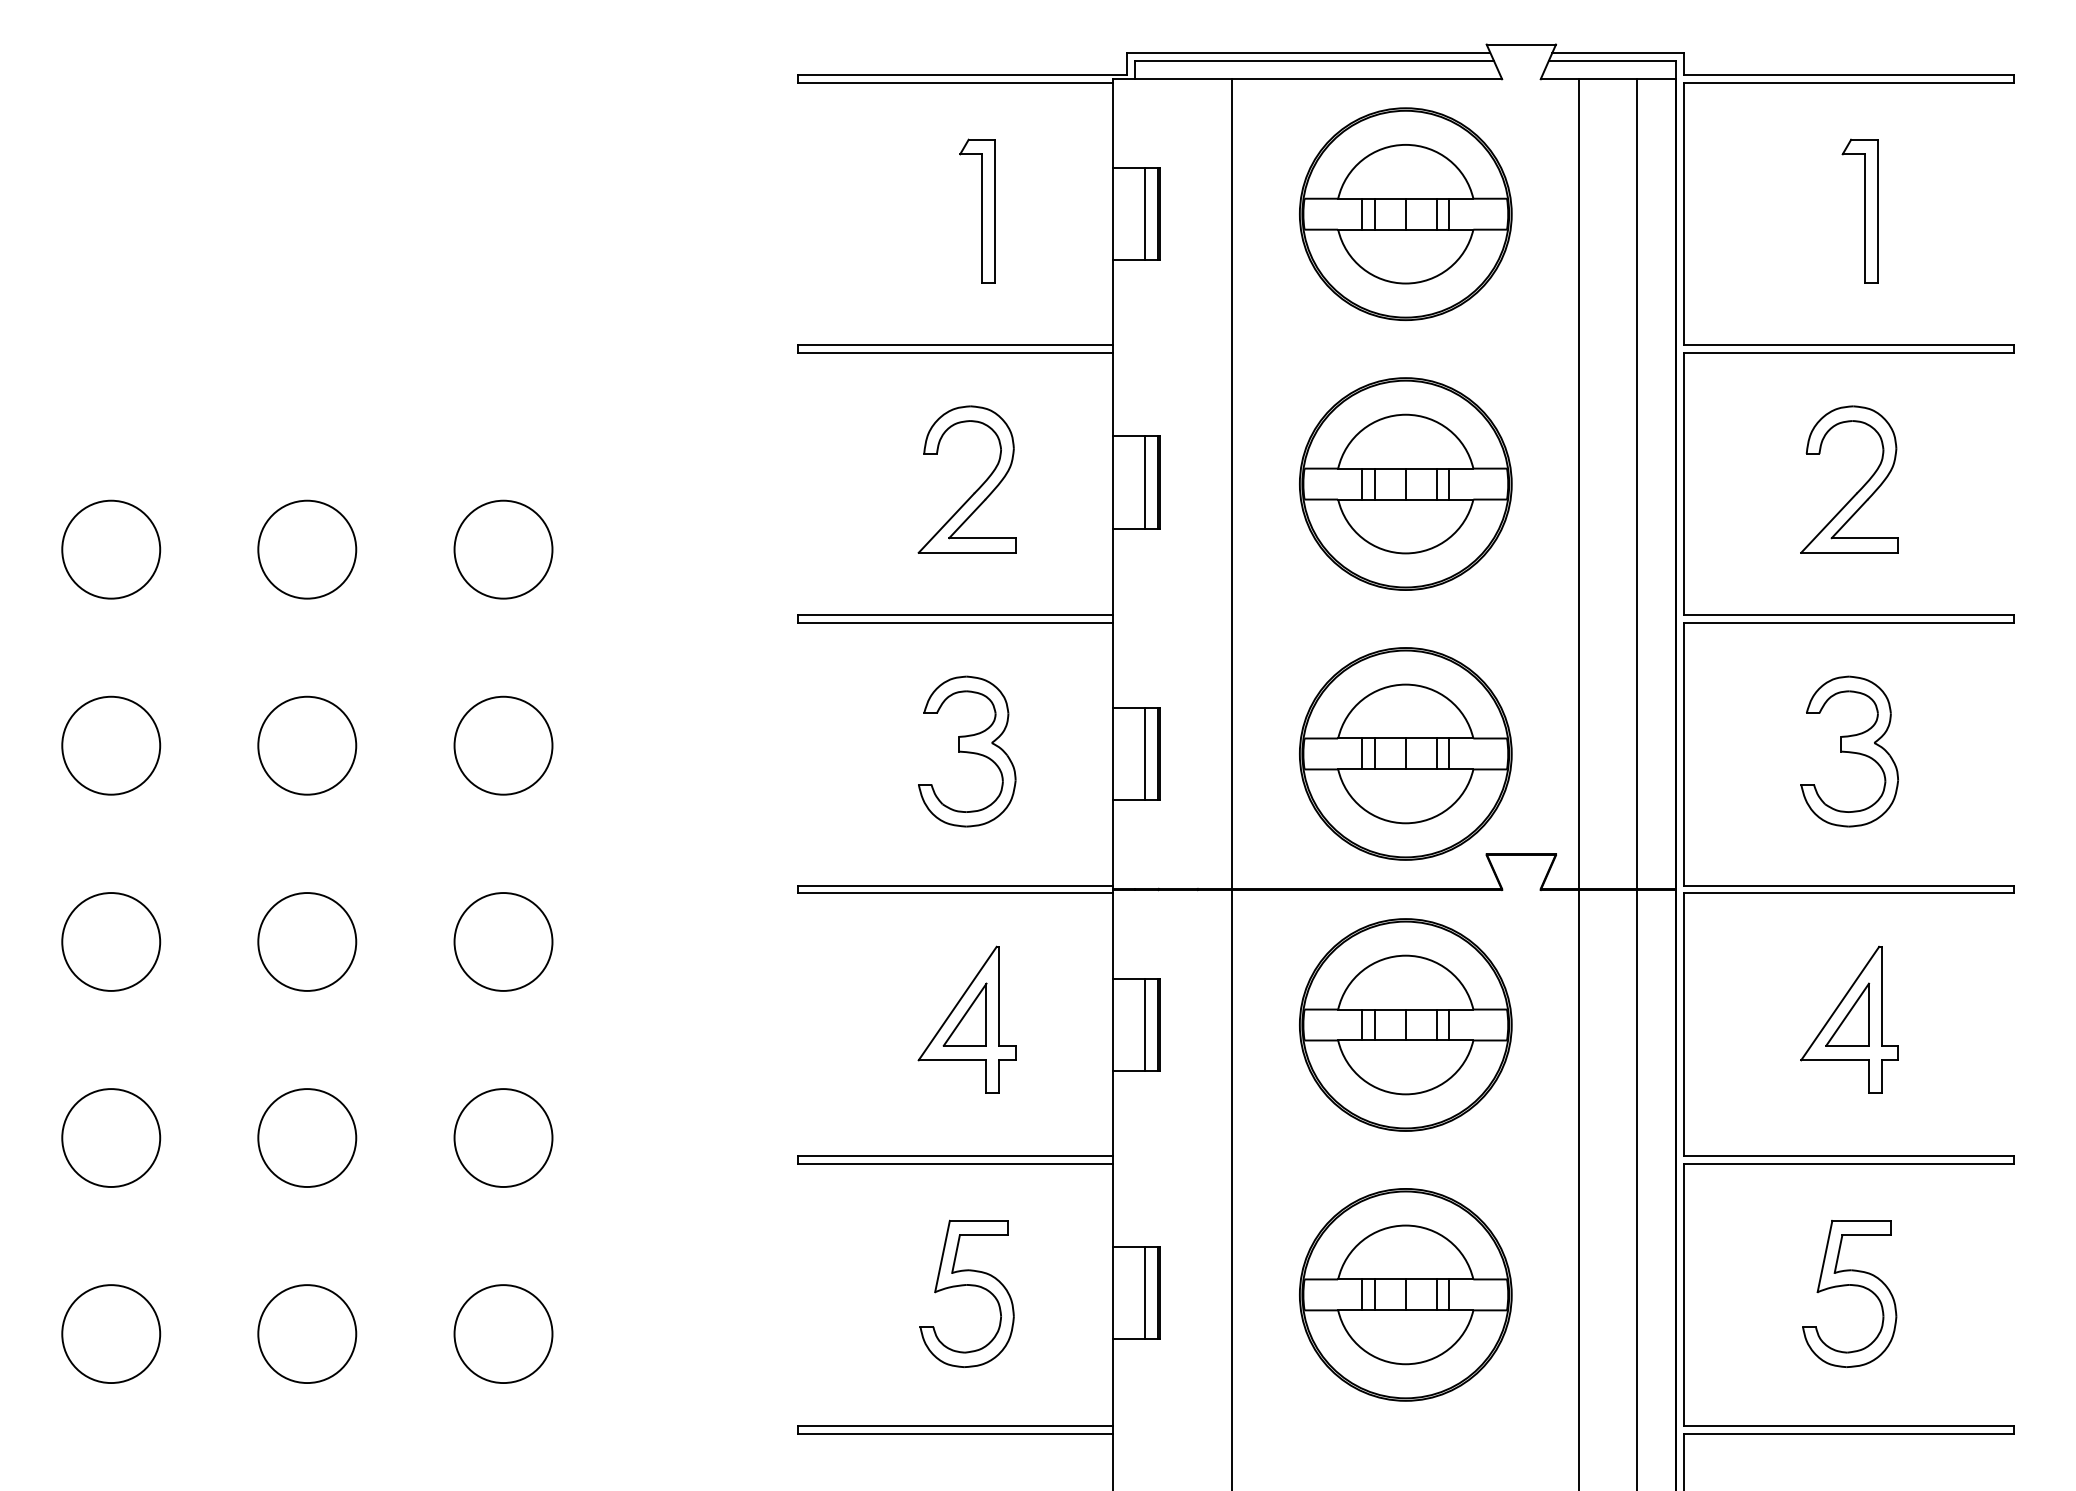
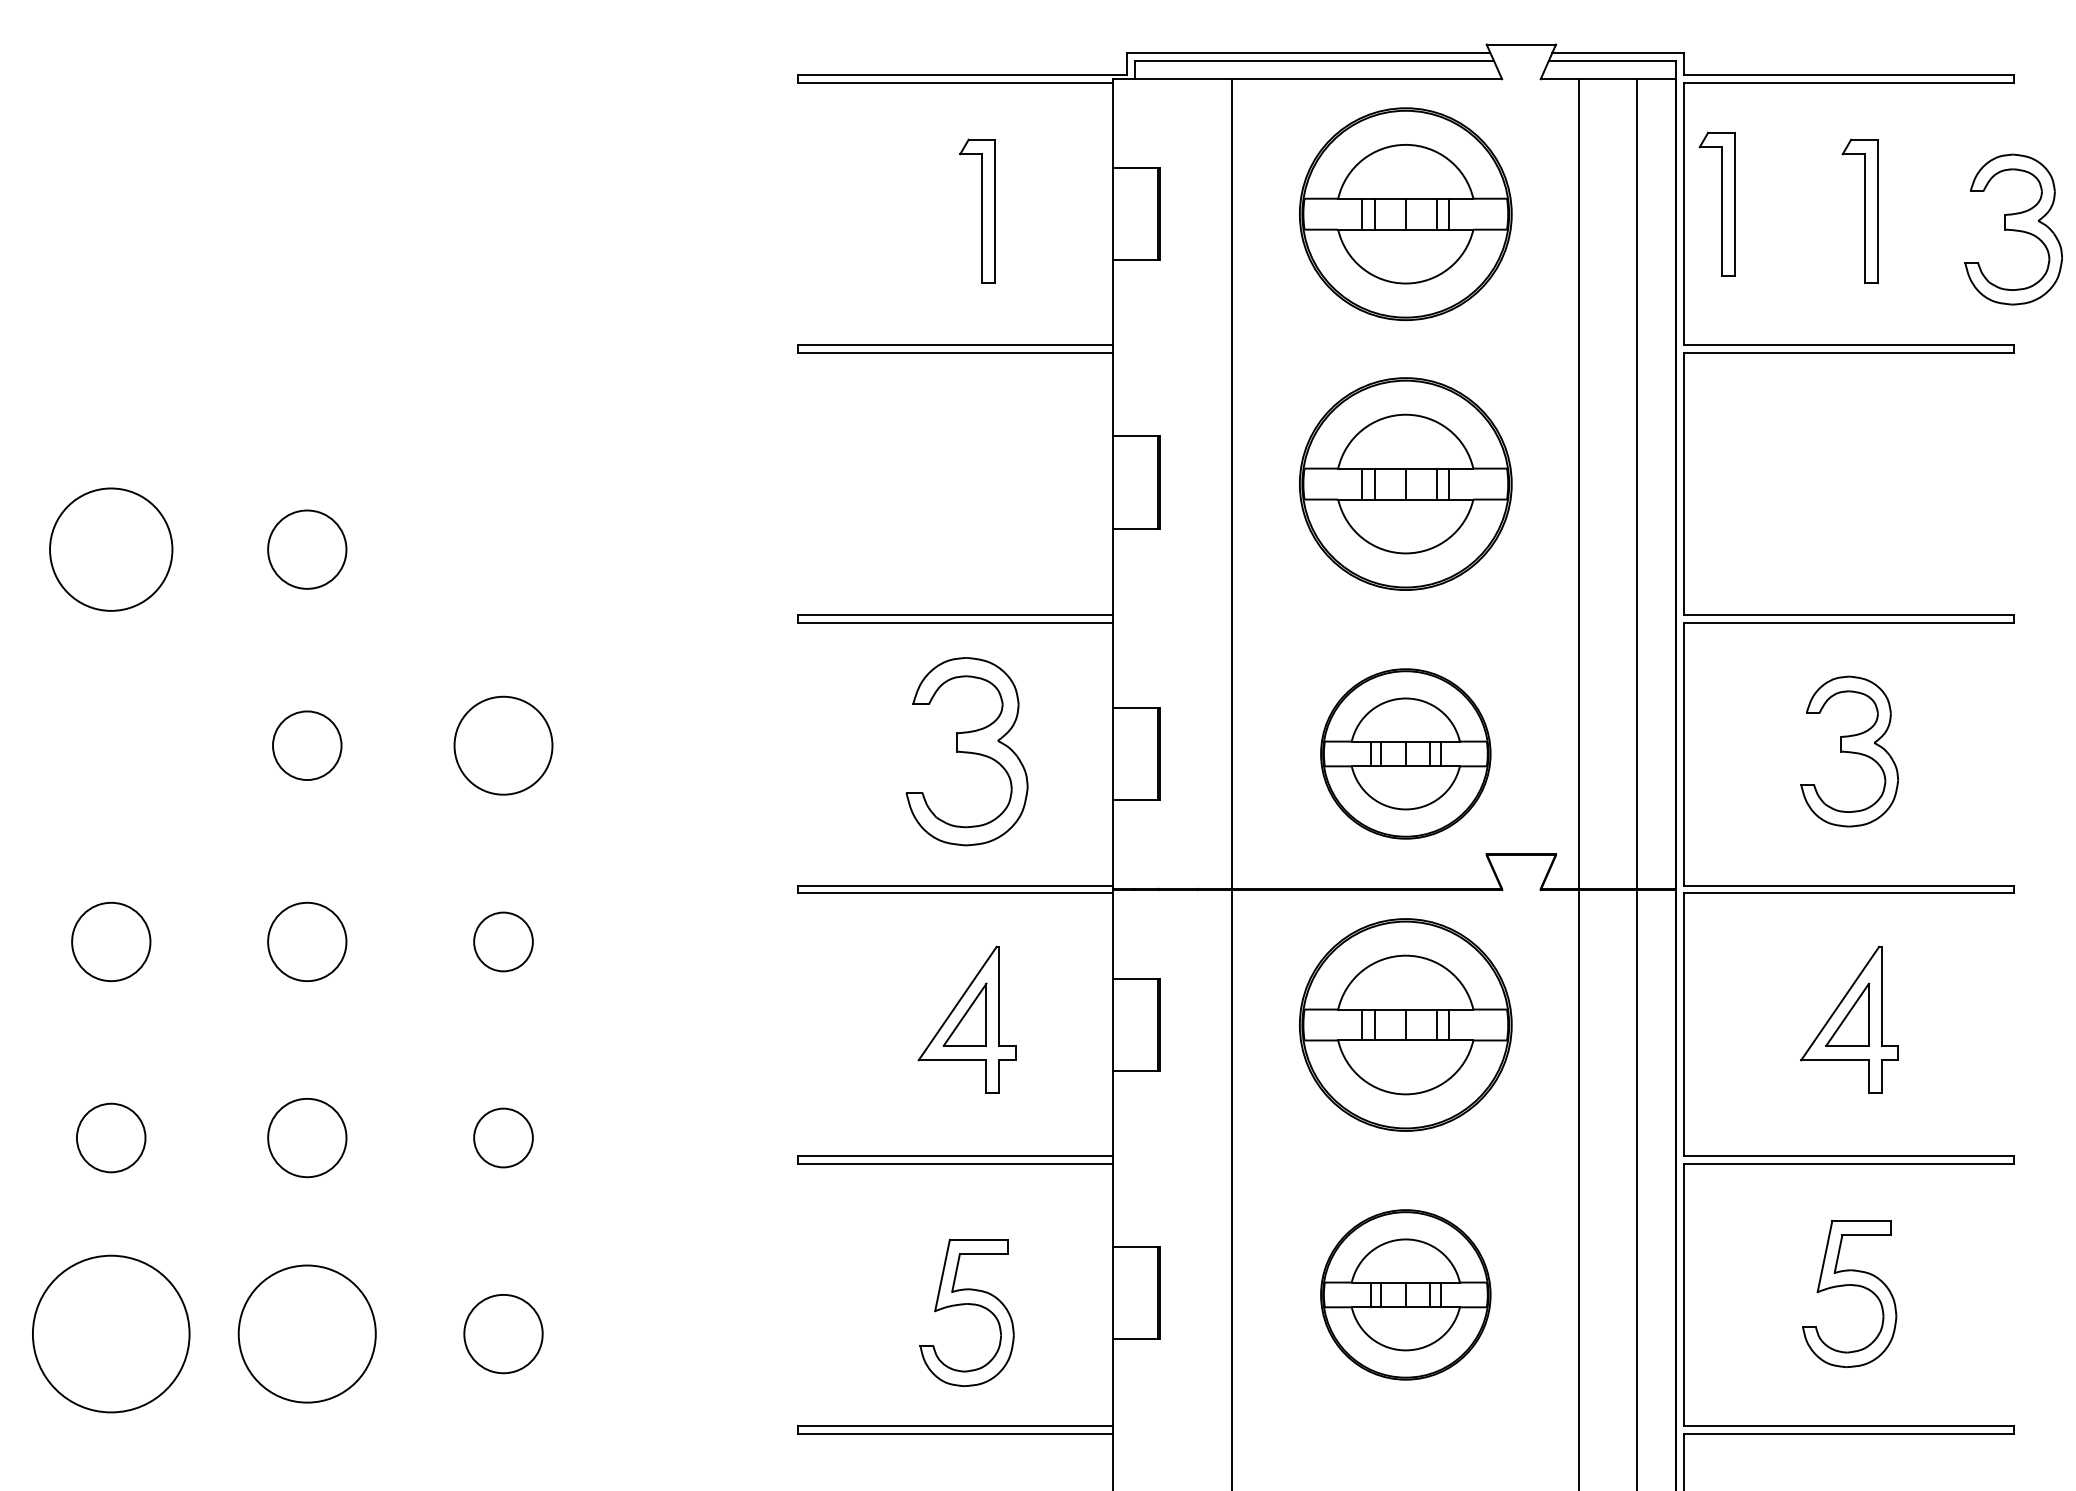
part at (1716, 203): none -> present
line at (1145, 213): present -> none
part at (2013, 229): none -> present
line at (1145, 481): present -> none
part at (976, 489): present -> none
part at (1859, 489): present -> none
circle at (111, 549) diameter: 98 px -> 122 px
circle at (307, 549) diameter: 98 px -> 78 px
circle at (503, 549): present -> none
circle at (111, 745): present -> none
circle at (307, 745) diameter: 98 px -> 69 px
part at (967, 751) size: 99x153 px -> 124x190 px
line at (1145, 753): present -> none
part at (1405, 753) size: 214x214 px -> 172x172 px
circle at (111, 941) size: 101x100 px -> 81x81 px
circle at (307, 941) diameter: 98 px -> 78 px
circle at (503, 941) diameter: 98 px -> 59 px
line at (1145, 1024): present -> none
circle at (111, 1137) diameter: 98 px -> 69 px
circle at (307, 1137) size: 101x100 px -> 81x81 px
circle at (503, 1137) diameter: 98 px -> 59 px
part at (963, 1286) position: (963, 1286) -> (963, 1305)
line at (1145, 1292): present -> none
part at (1405, 1294) size: 214x214 px -> 172x172 px
circle at (111, 1334) diameter: 98 px -> 157 px
circle at (307, 1334) diameter: 98 px -> 137 px
circle at (503, 1334) diameter: 98 px -> 78 px
